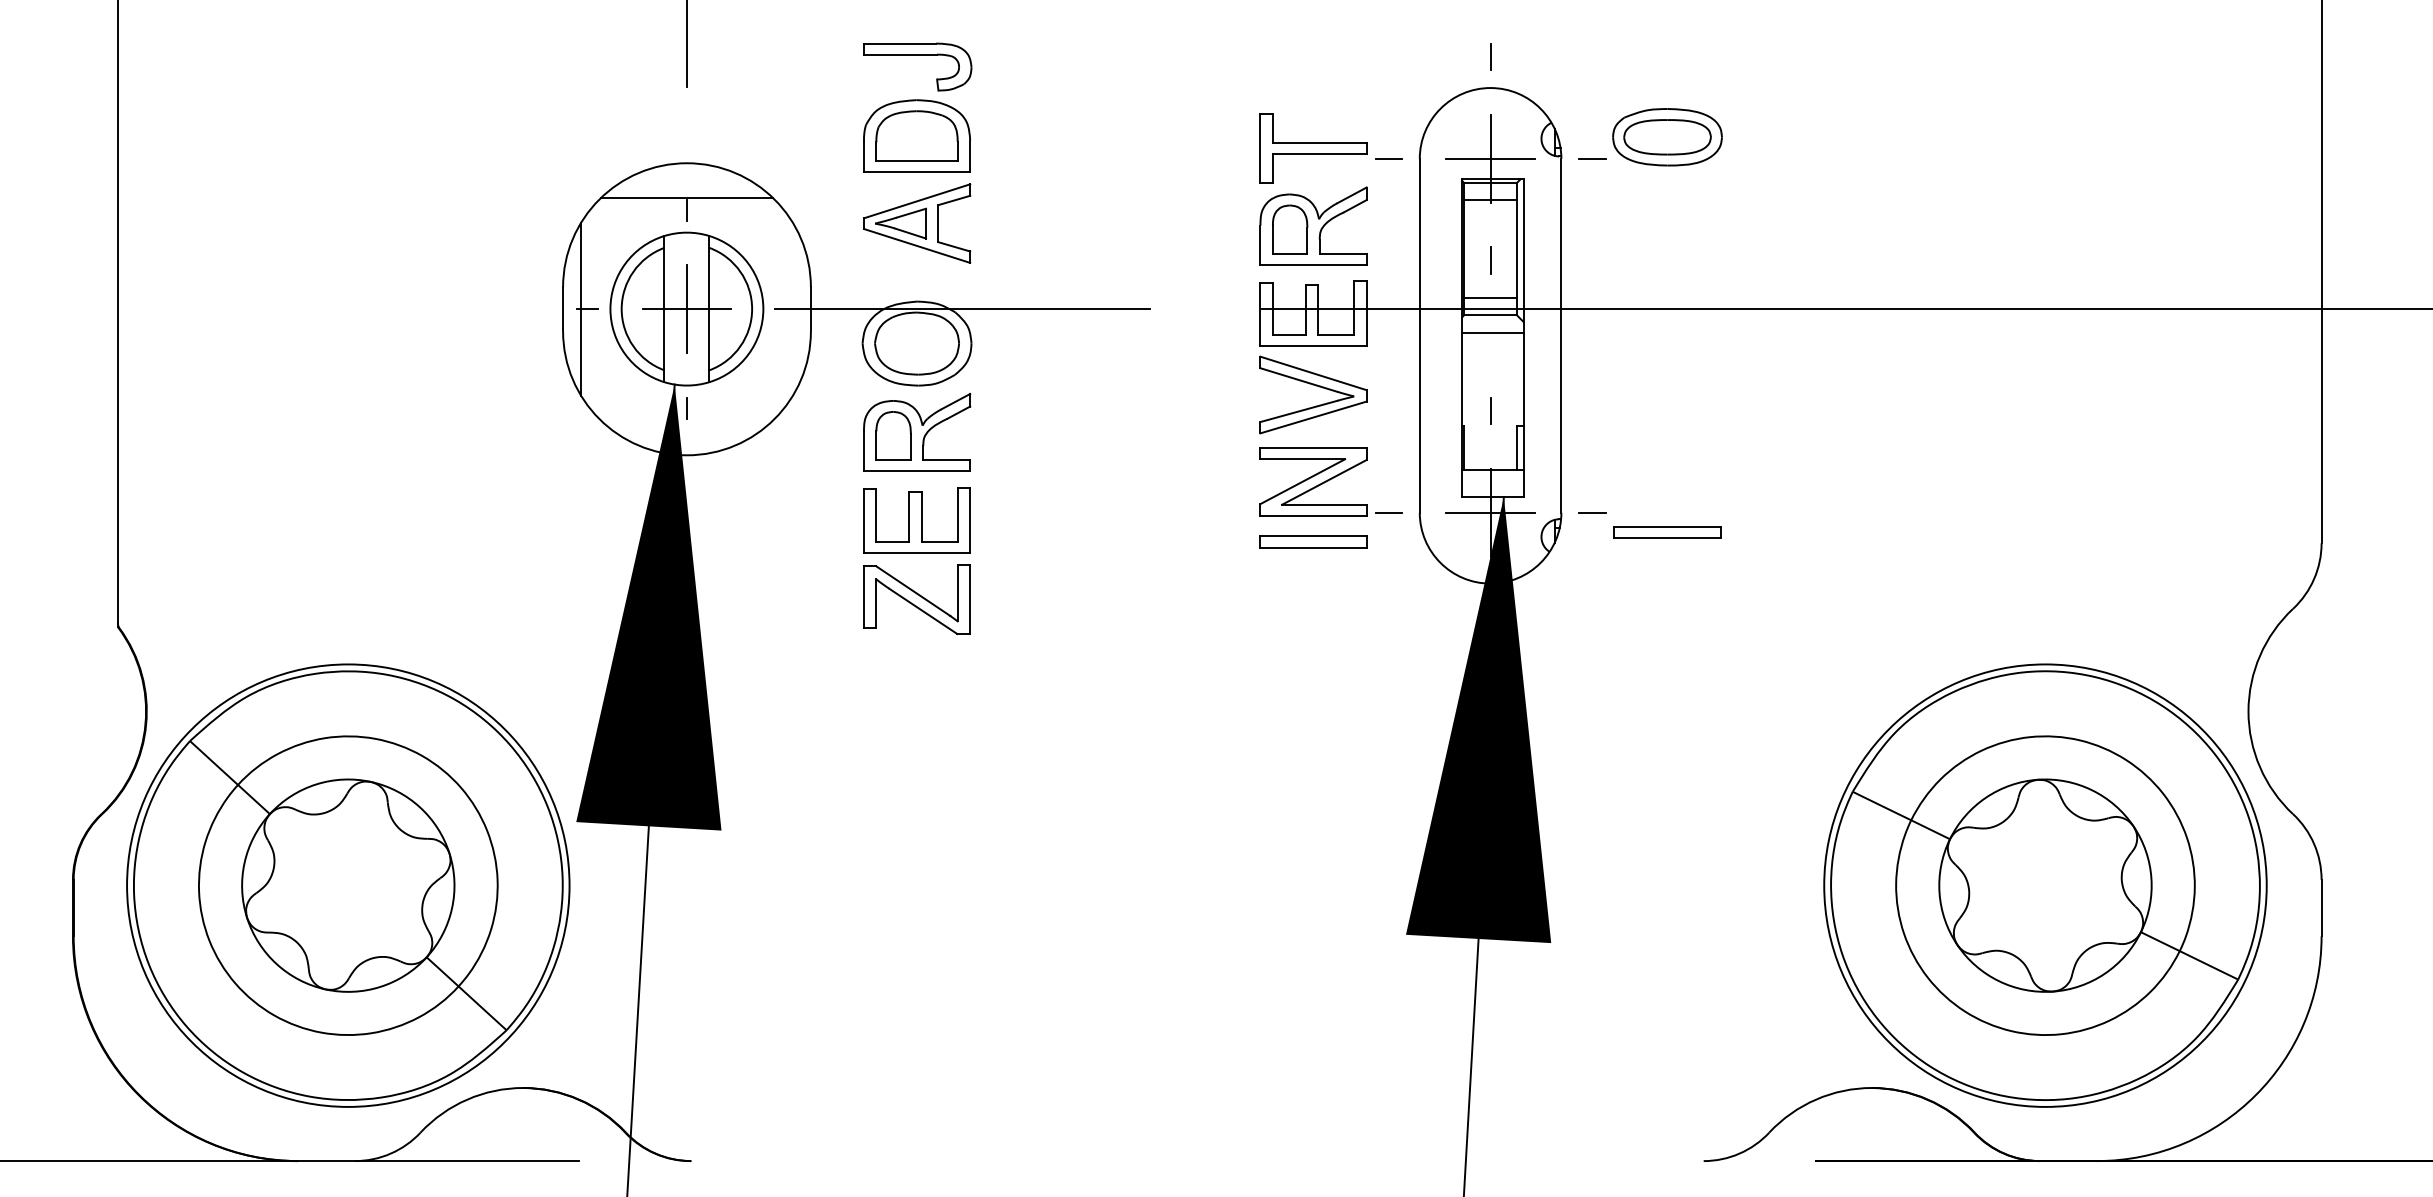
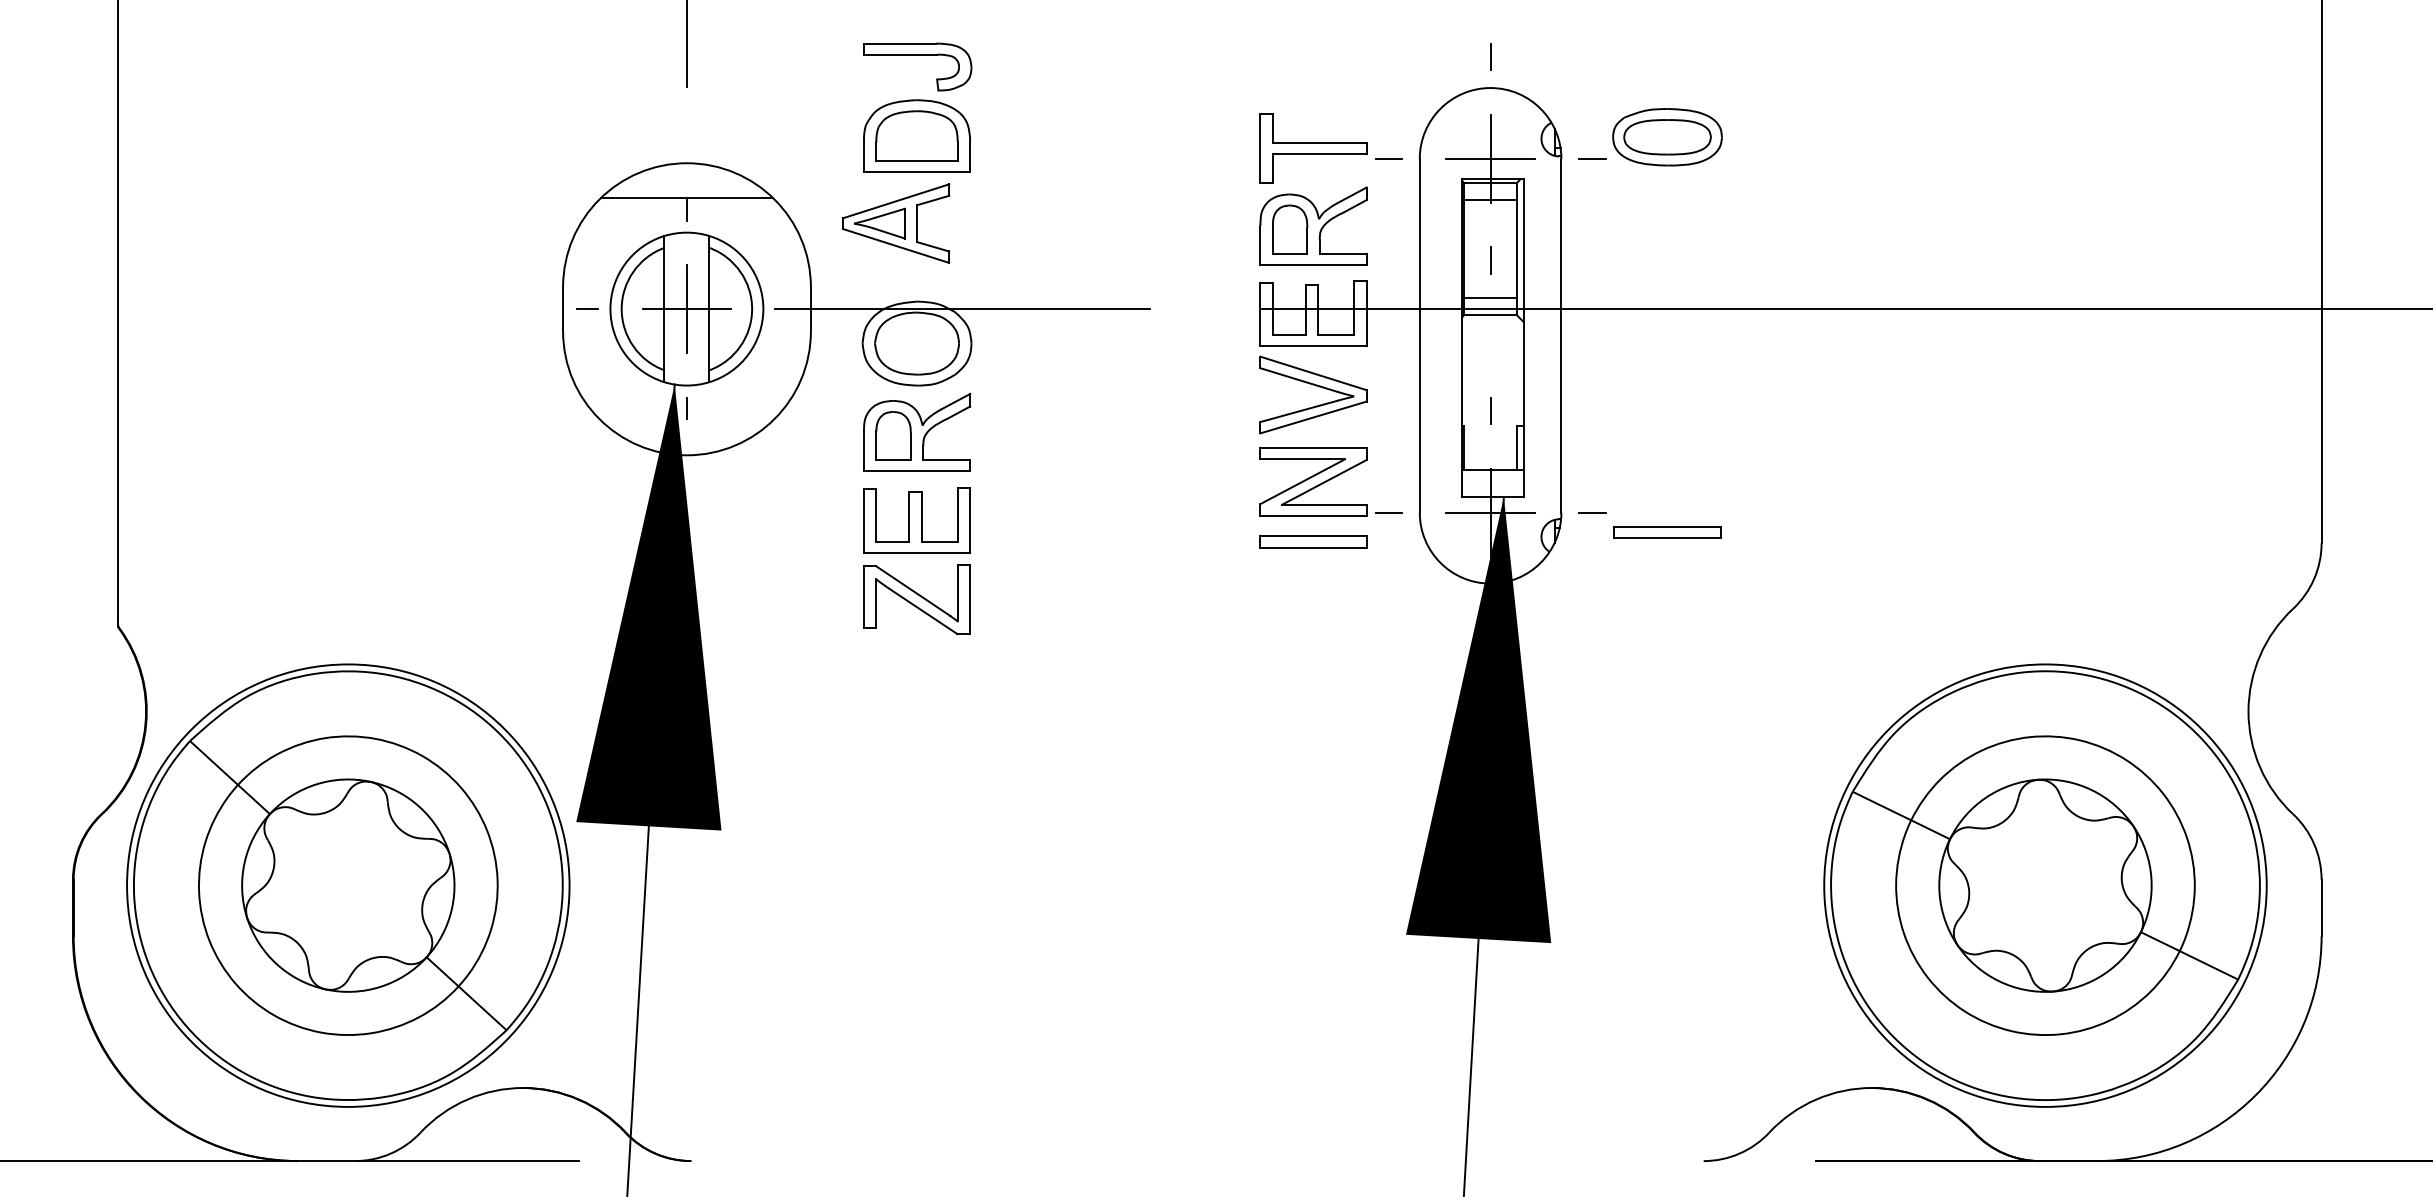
part at (917, 223) position: (917, 223) -> (896, 223)
line at (581, 308): present -> none
line at (1492, 333): present -> none
